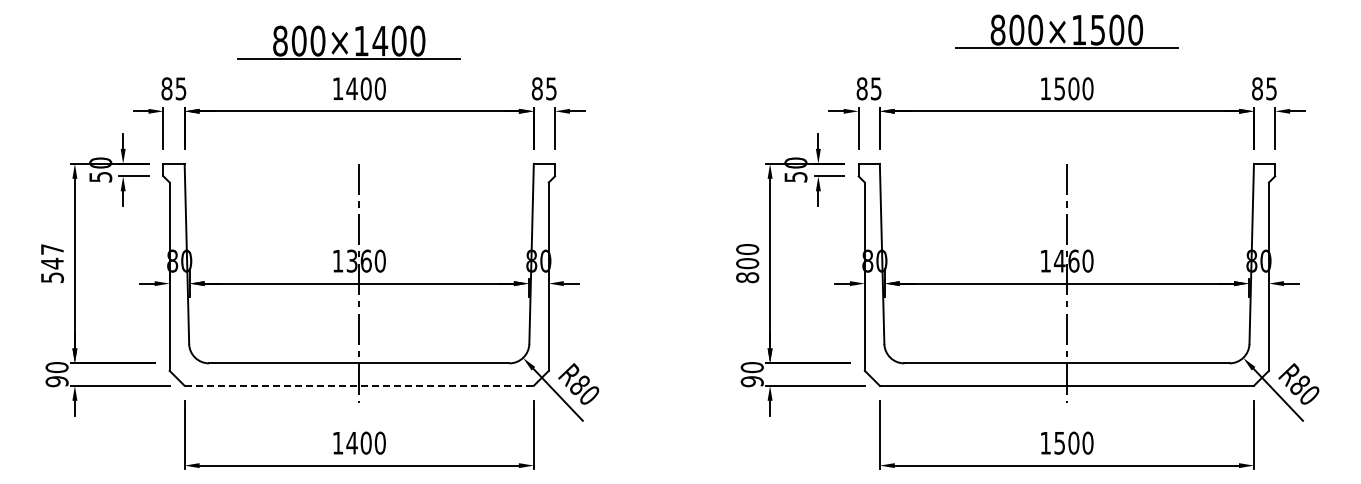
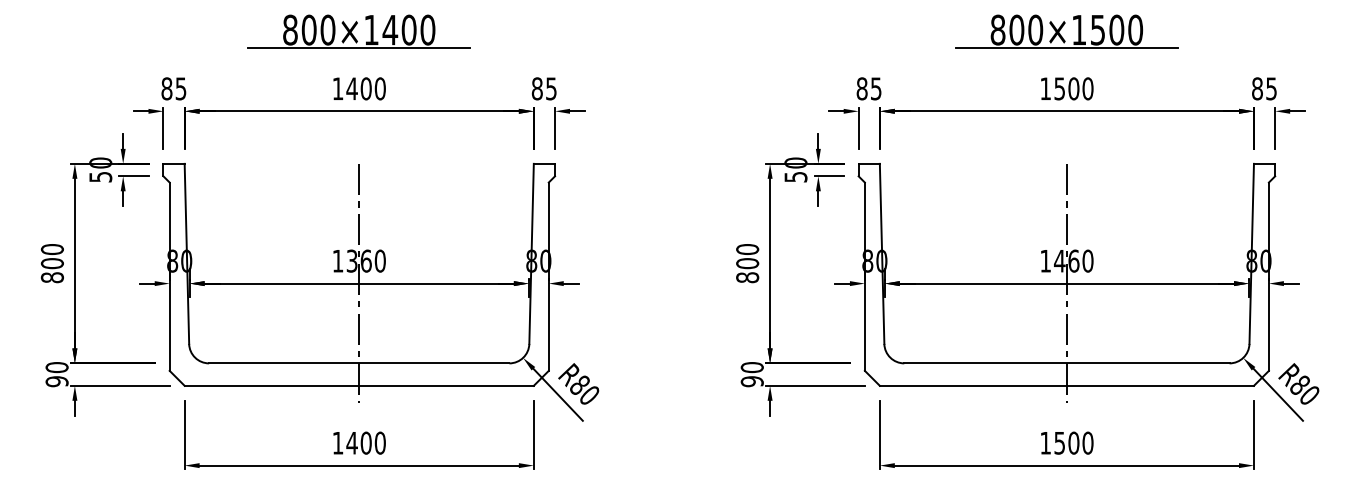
part at (348, 42) position: (348, 42) -> (358, 31)
text at (51, 263): 547 -> 800
line at (359, 385): dashed -> solid
